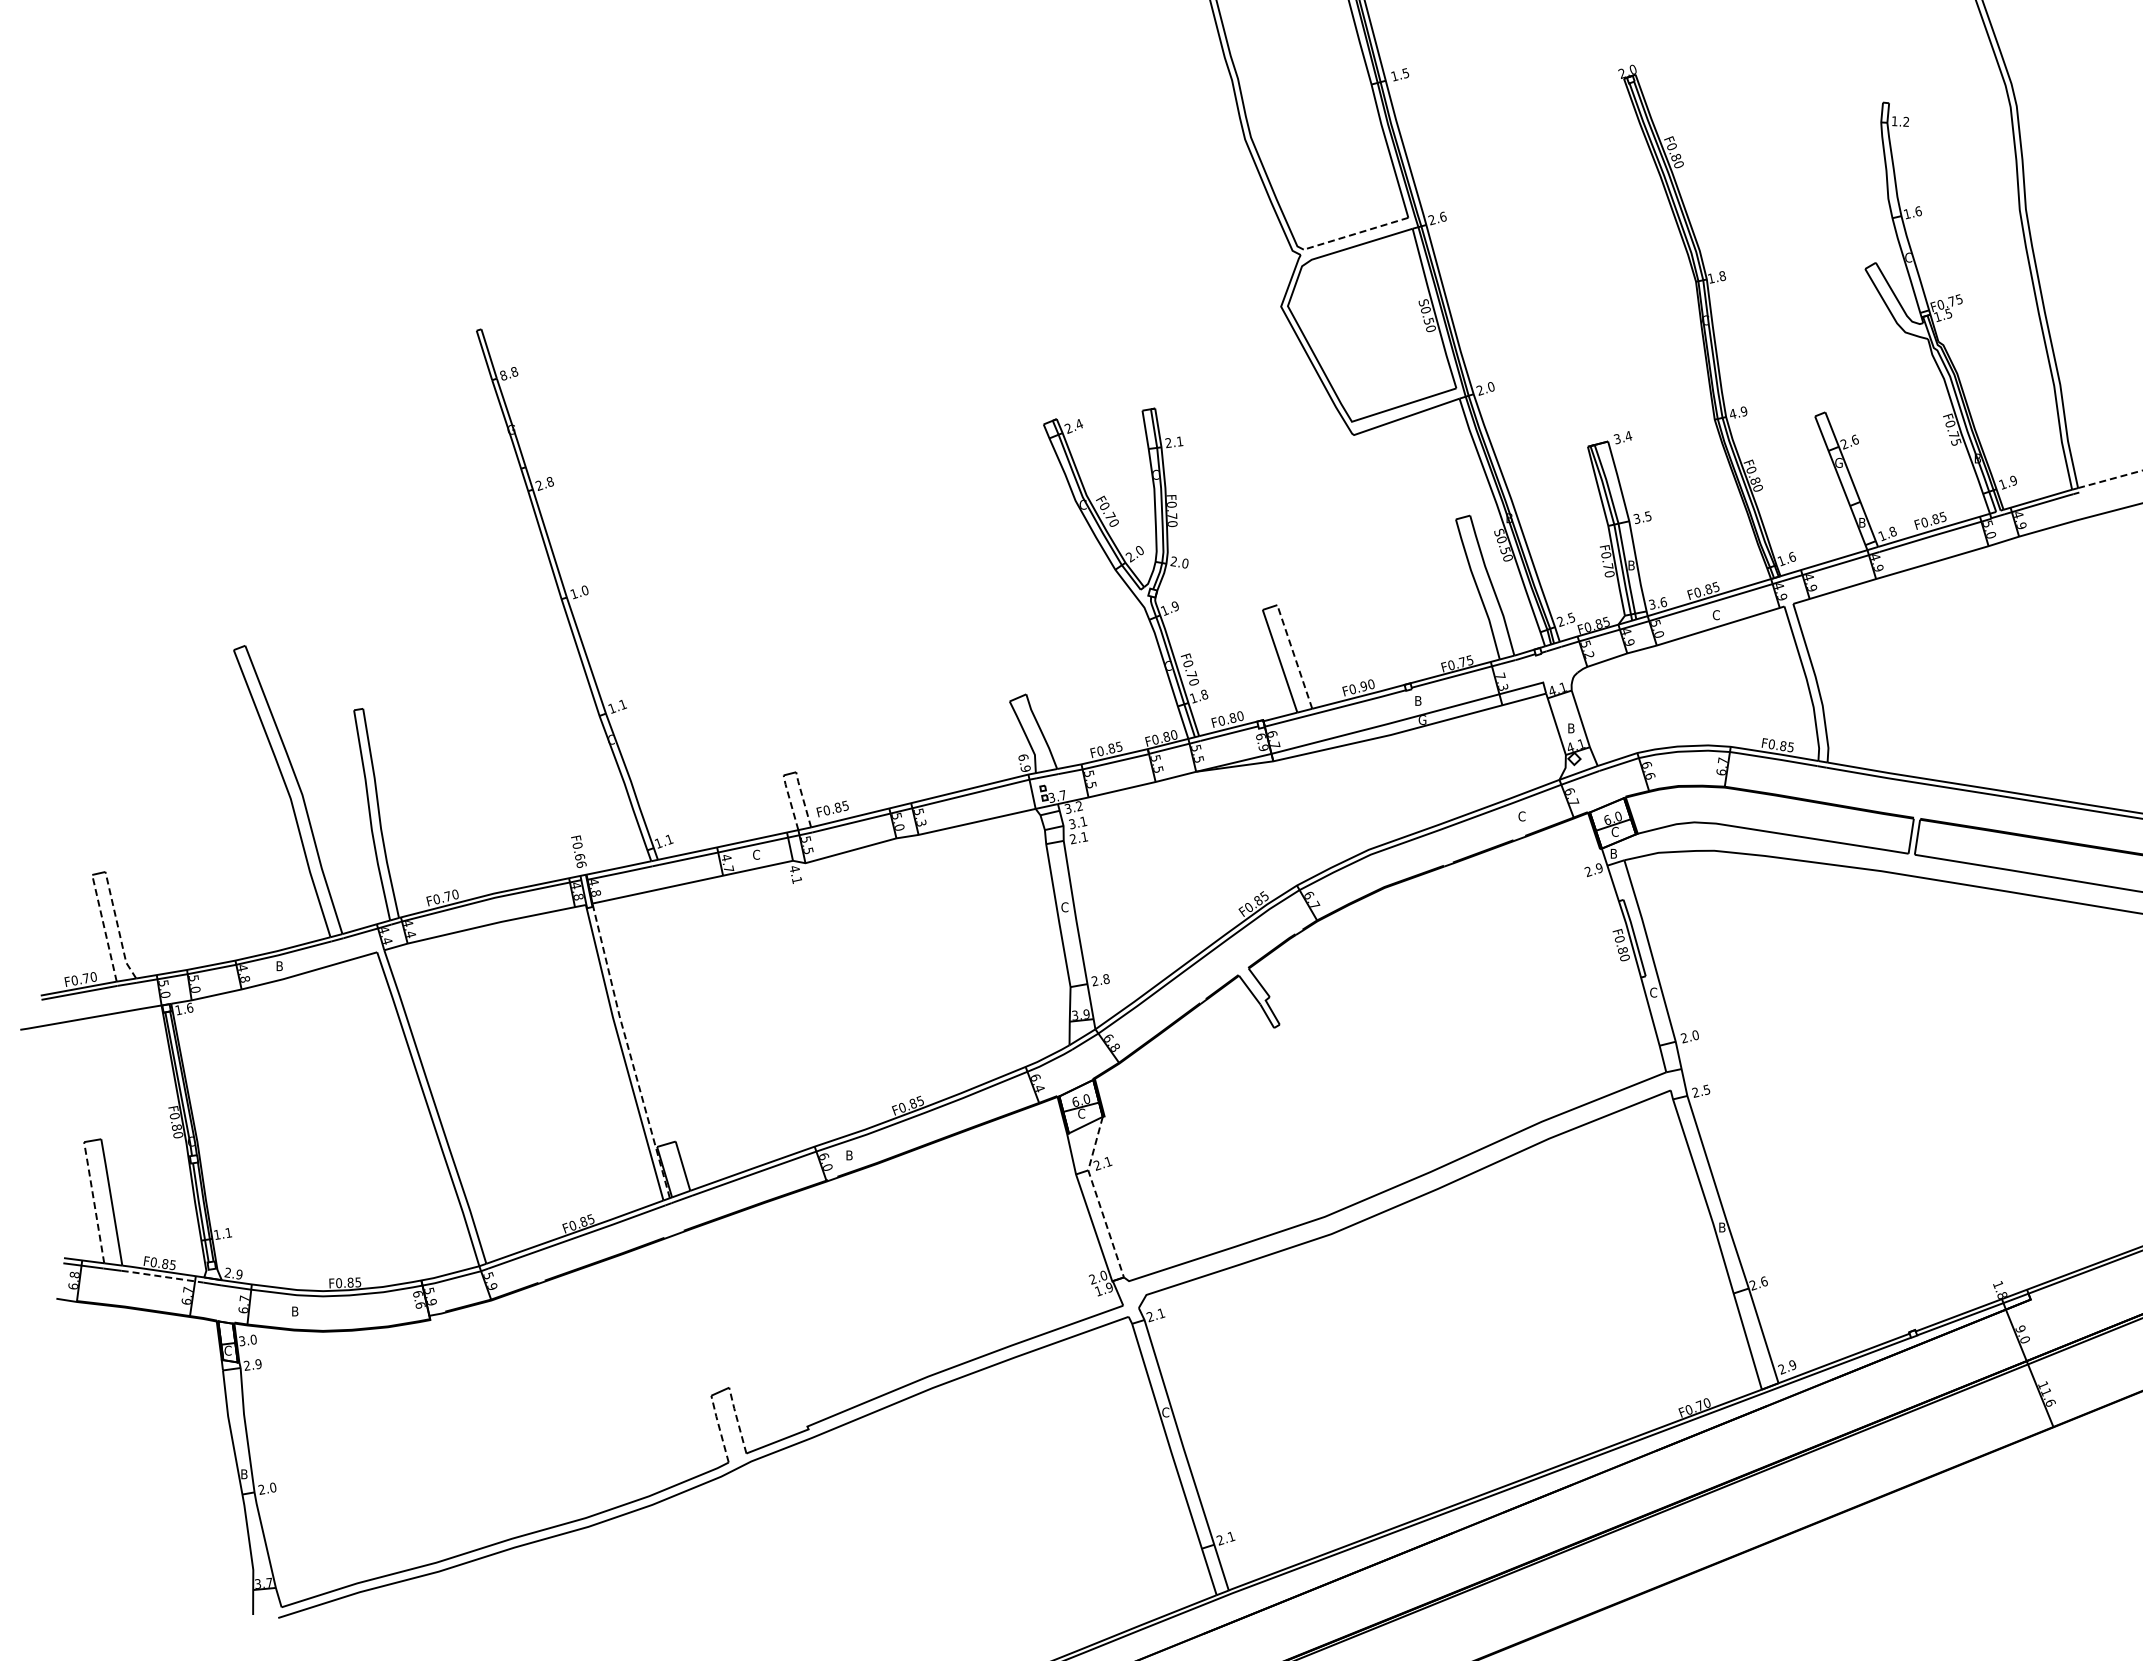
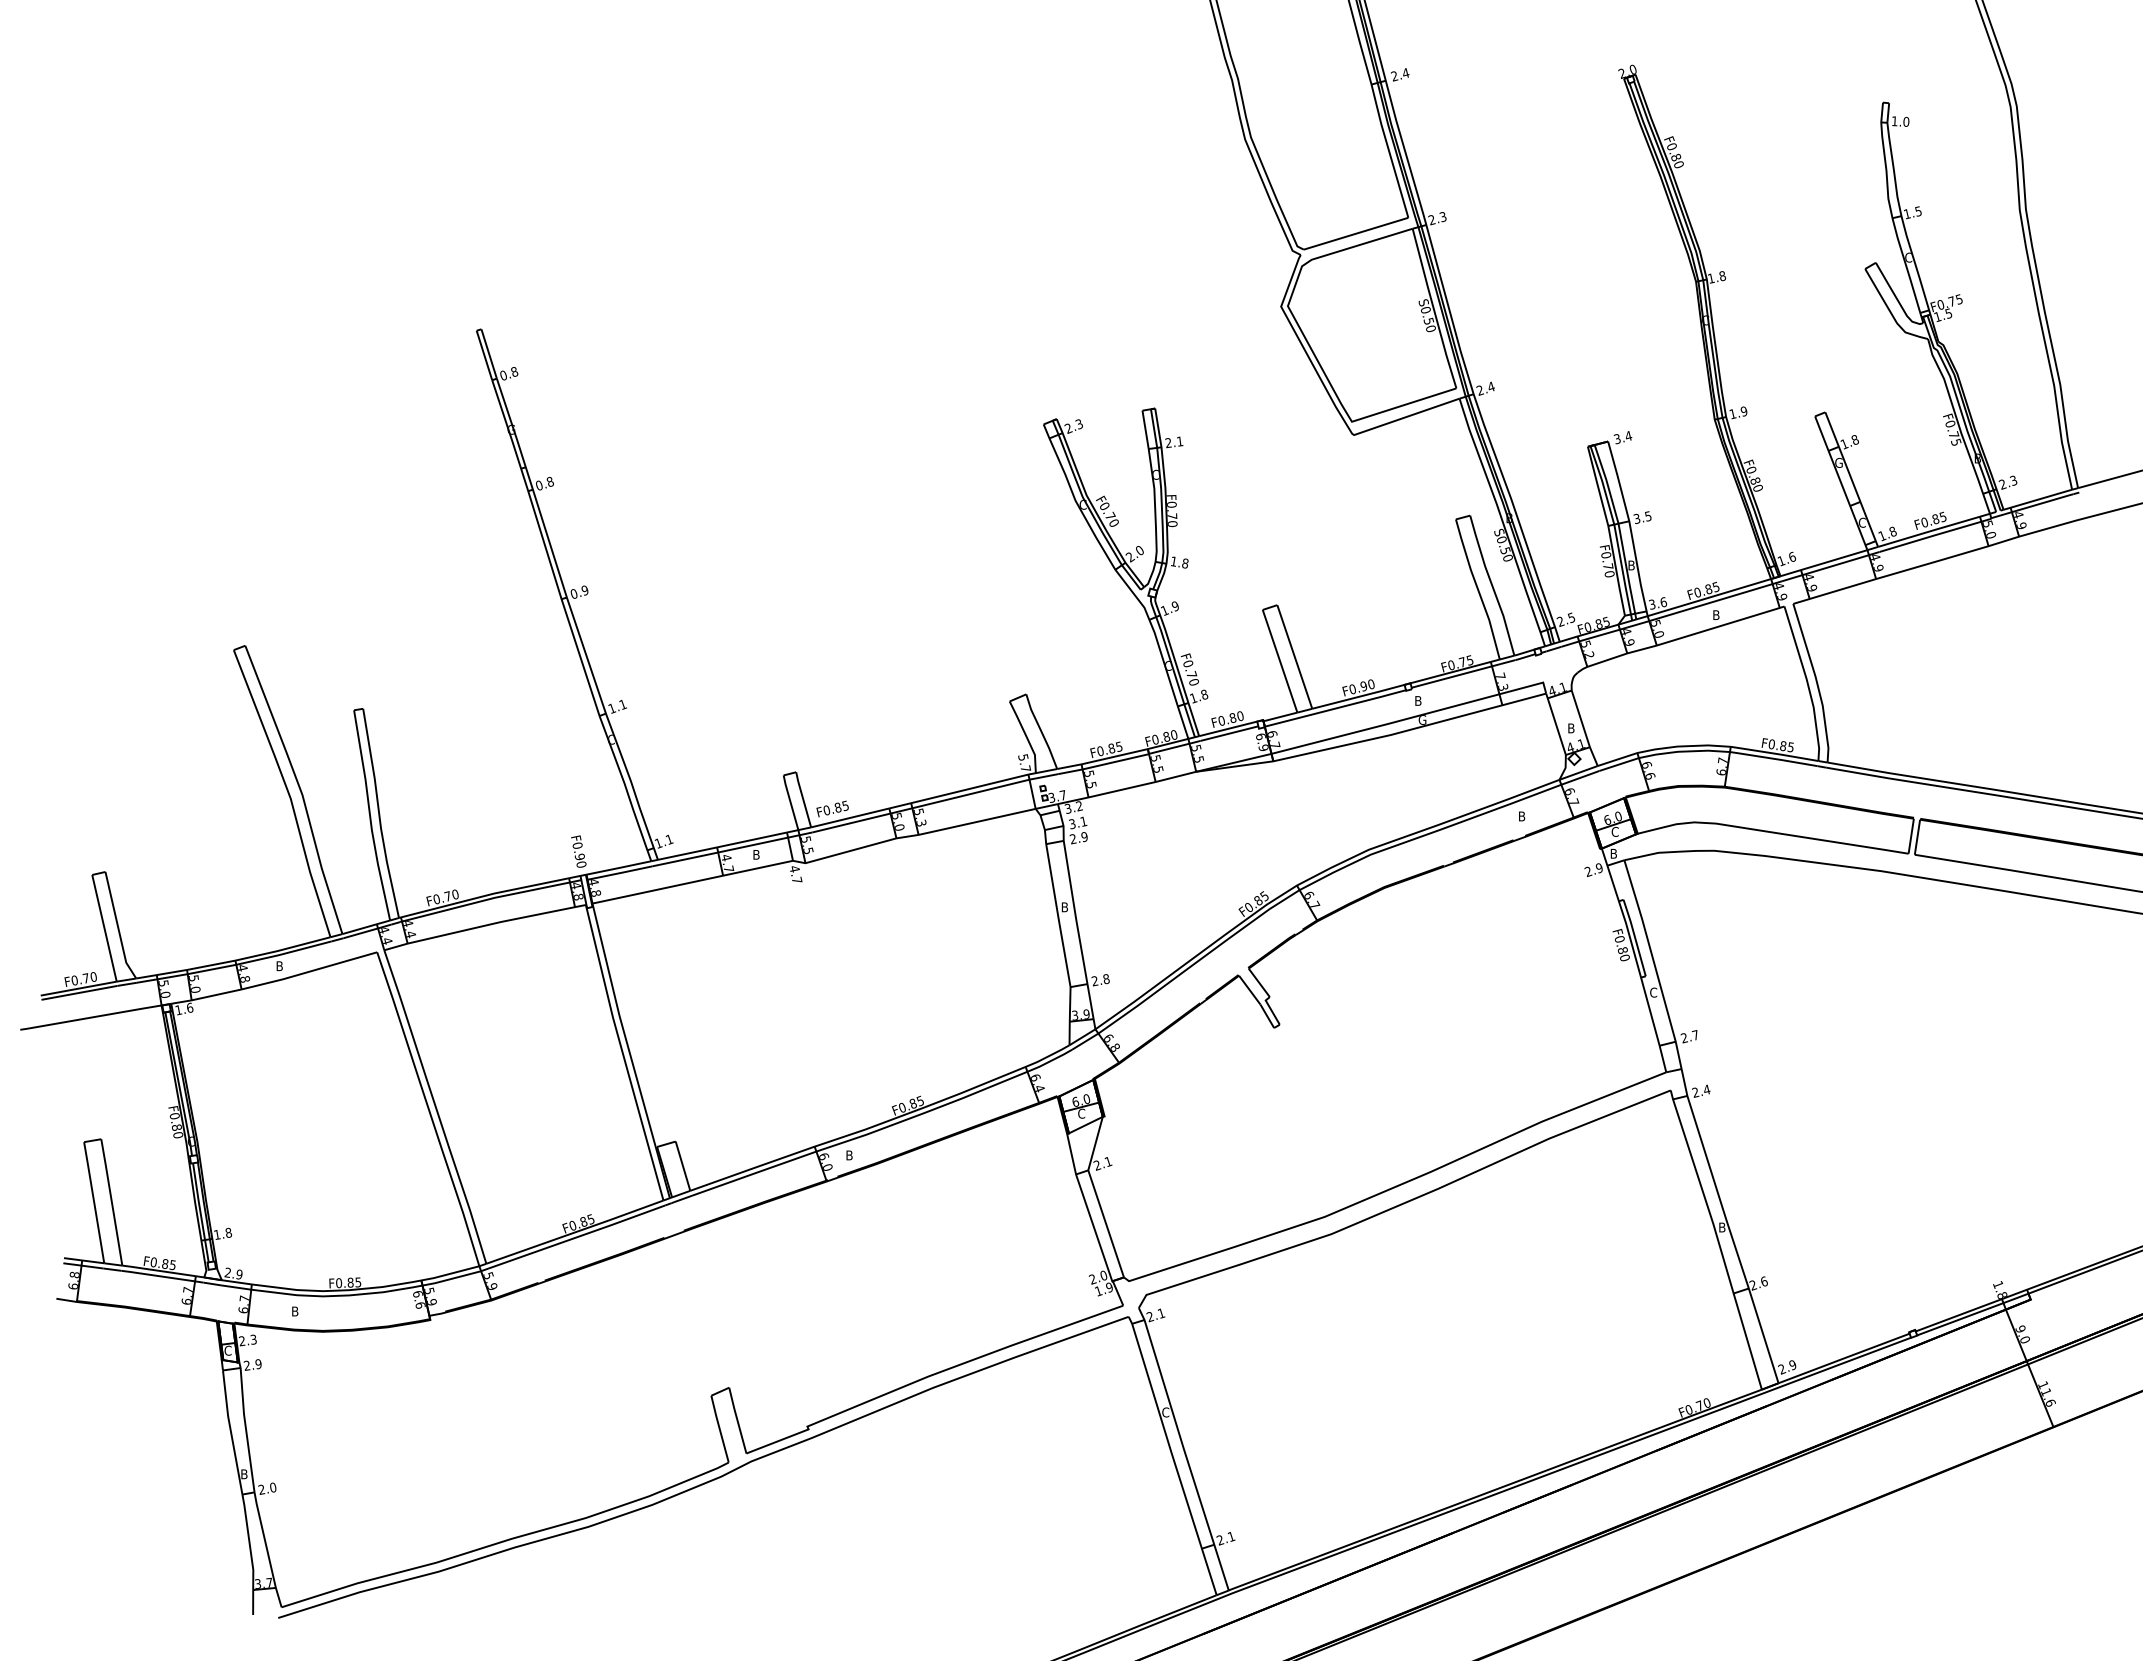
text at (1400, 74): 1.5 -> 2.4
text at (1906, 121): 1.2 -> 1.0
text at (1918, 211): 1.6 -> 1.5
text at (1442, 216): 2.6 -> 2.3
line at (1356, 233): dashed -> solid
text at (503, 375): 8.8 -> 0.8
text at (1491, 386): 2.0 -> 2.4
text at (1732, 414): 4.9 -> 1.9
text at (1078, 424): 2.4 -> 2.3
text at (1849, 441): 2.6 -> 1.8
line at (2111, 479): dashed -> solid
text at (2007, 482): 1.9 -> 2.3
text at (539, 485): 2.8 -> 0.8
text at (1861, 522): B -> C
text at (1179, 562): 2.0 -> 1.8
text at (579, 592): 1.0 -> 0.9
text at (1715, 615): C -> B
line at (1294, 656): dashed -> solid
text at (1024, 762): 6.9 -> 5.7
line at (803, 798): dashed -> solid
line at (790, 801): dashed -> solid
text at (1521, 816): C -> B
text at (1084, 837): 2.1 -> 2.9
text at (756, 854): C -> B
text at (580, 860): F0.66 -> F0.90
text at (797, 879): 4.1 -> 4.7
text at (1064, 907): C -> B
line at (118, 927): dashed -> solid
line at (104, 928): dashed -> solid
text at (1694, 1035): 2.0 -> 2.7
line at (629, 1051): dashed -> solid
text at (1706, 1090): 2.5 -> 2.4
line at (1097, 1196): dashed -> solid
line at (94, 1202): dashed -> solid
text at (228, 1232): 1.1 -> 1.8
line at (162, 1276): dashed -> solid
text at (247, 1340): 3.0 -> 2.3
line at (737, 1420): dashed -> solid
line at (719, 1428): dashed -> solid
